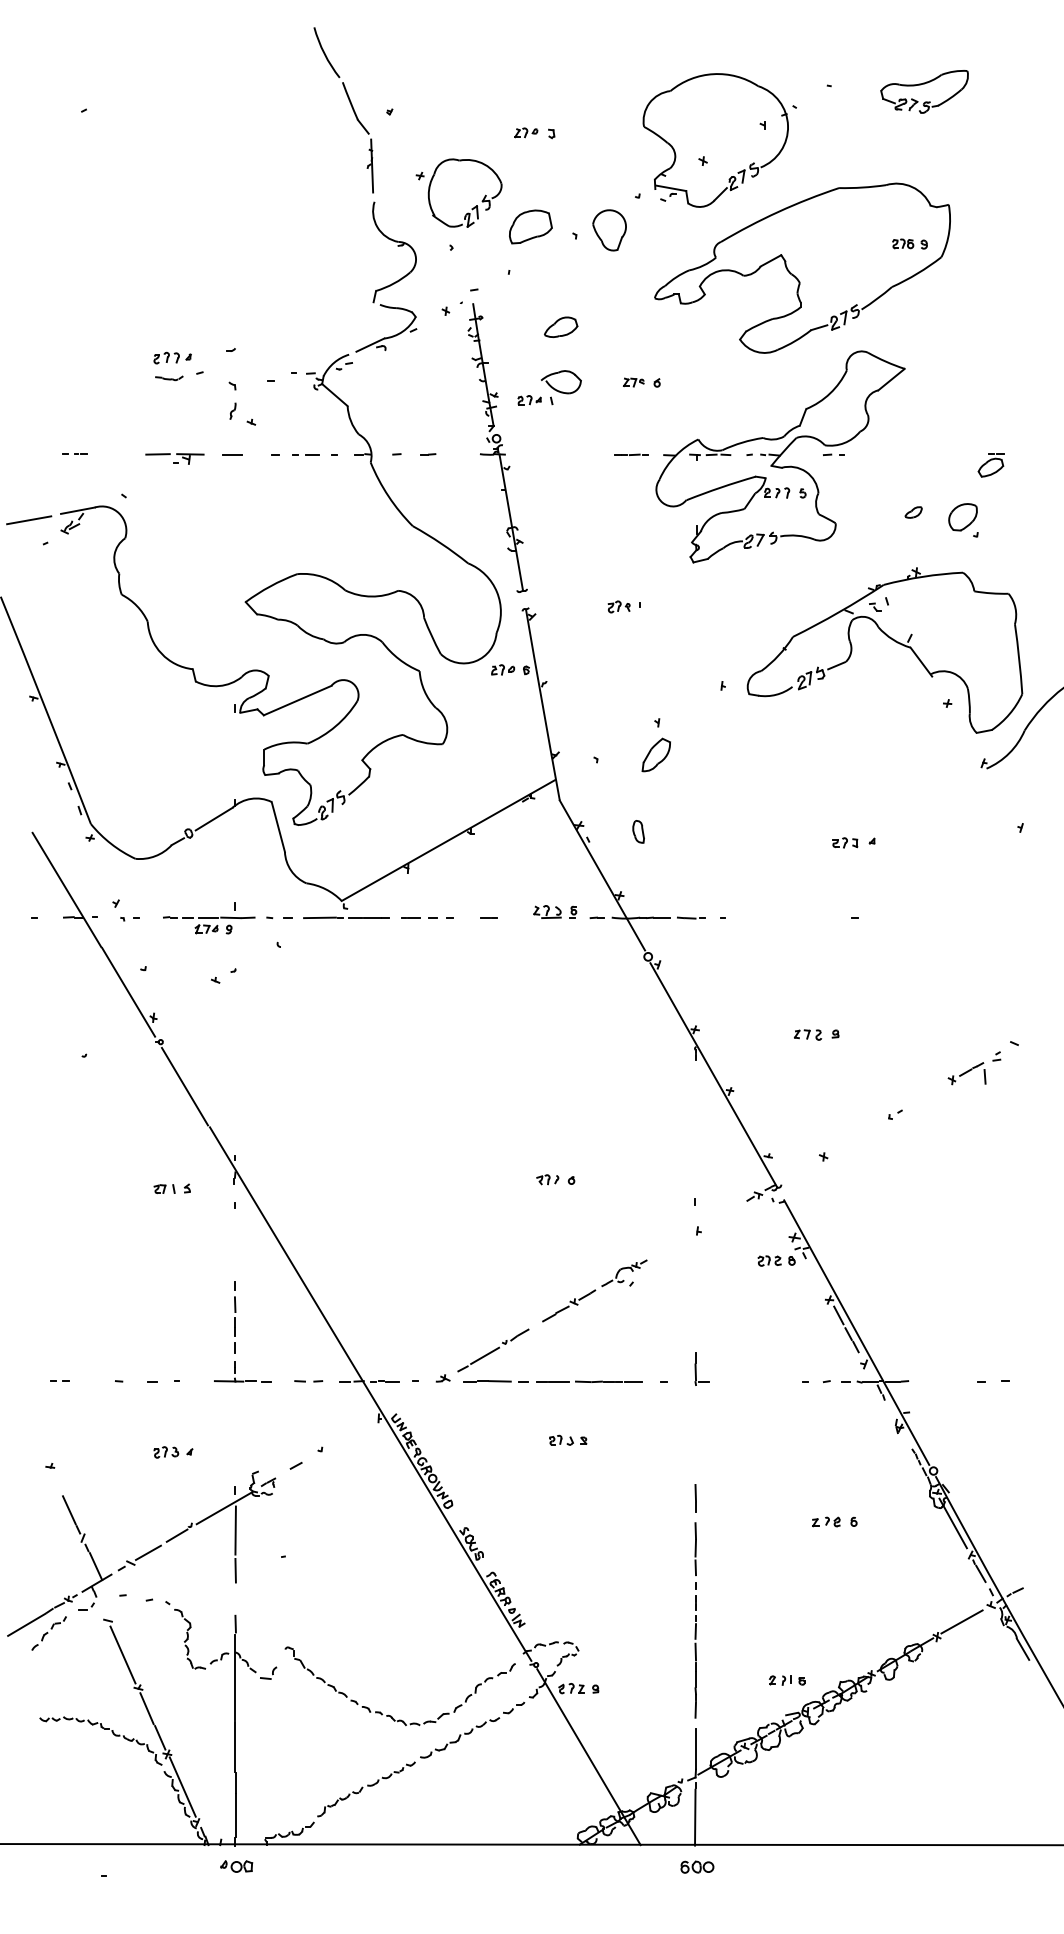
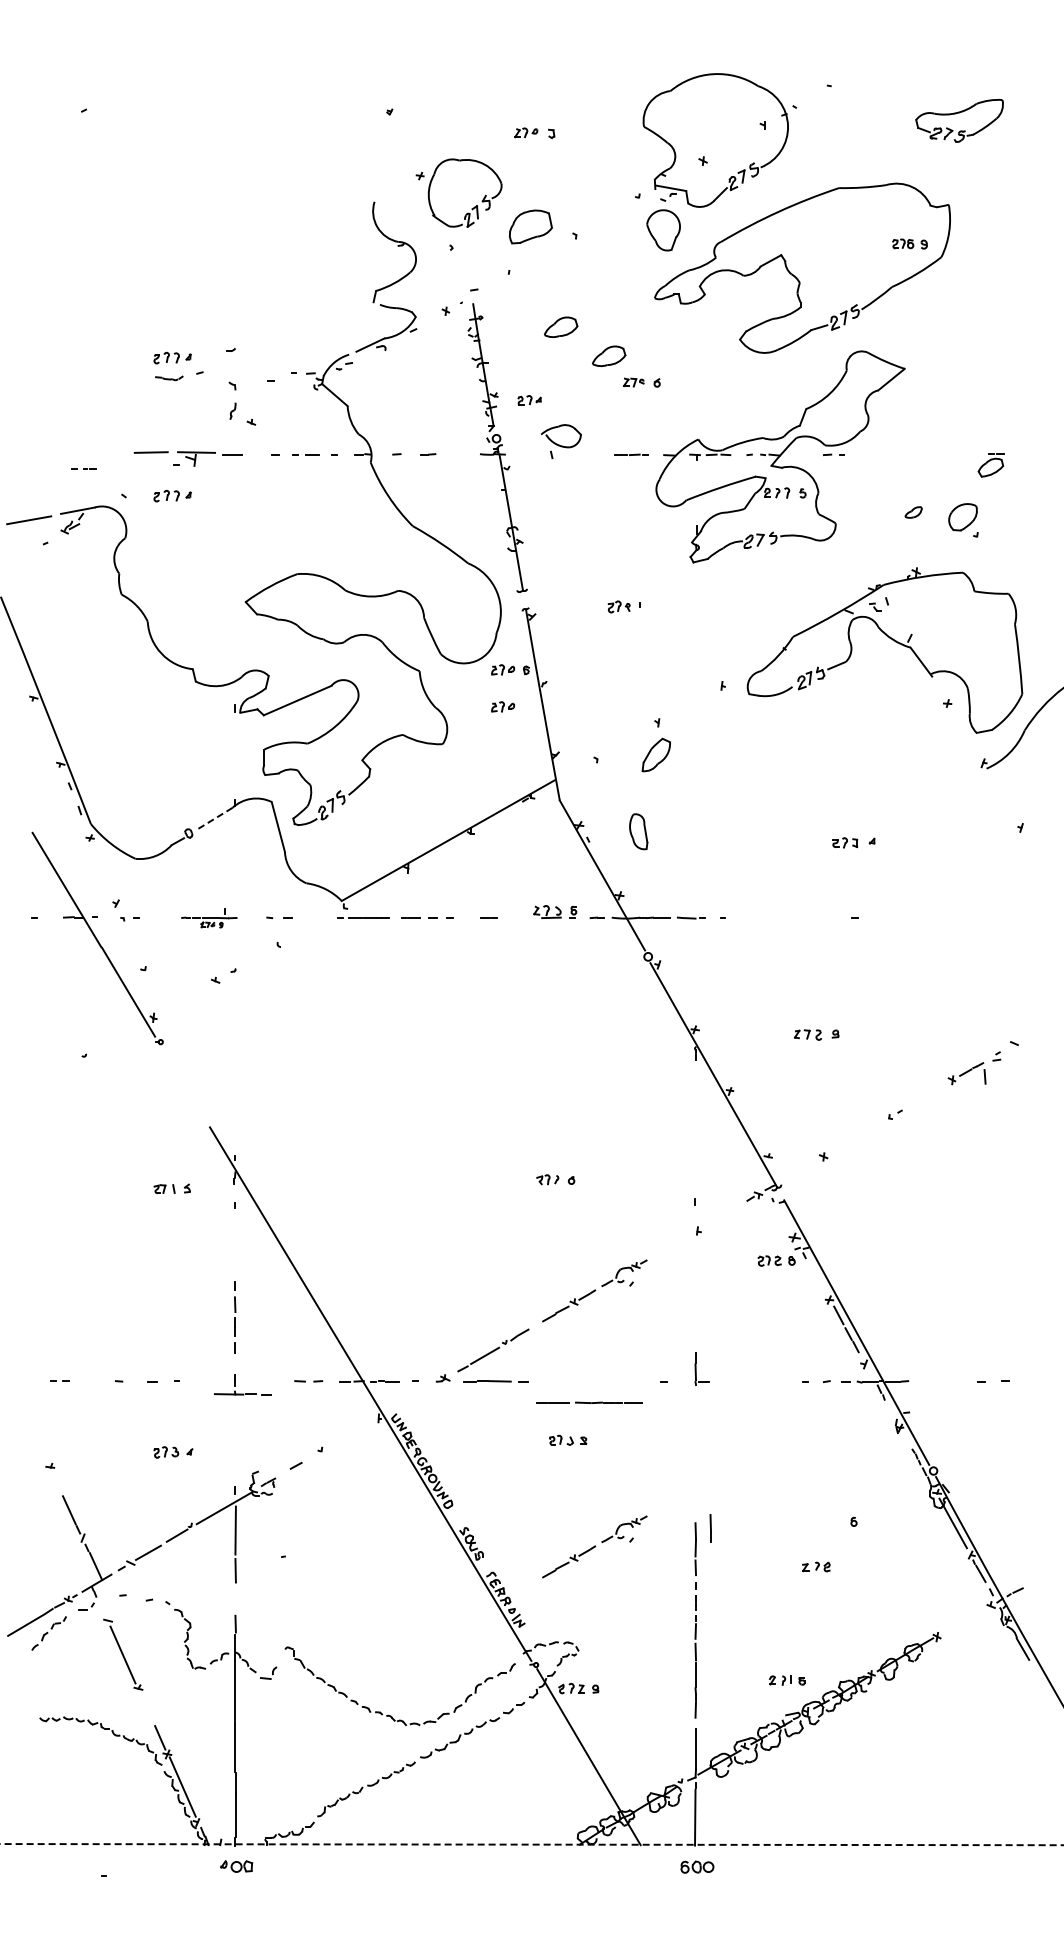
part at (921, 85) position: (921, 85) -> (956, 114)
part at (351, 107): present -> none
part at (609, 230) position: (609, 230) -> (663, 230)
part at (609, 355): none -> present
part at (561, 387) position: (561, 387) -> (561, 441)
line at (74, 453) position: (74, 453) -> (83, 468)
part at (174, 458) size: 60x12 px -> 83x16 px
part at (172, 495): none -> present
part at (503, 706): none -> present
line at (214, 819): solid -> dashed
part at (638, 831) size: 13x24 px -> 20x38 px
line at (319, 917): present -> none
part at (209, 918) size: 93x33 px -> 57x21 px
line at (184, 1086): present -> none
part at (235, 1371) position: (235, 1371) -> (235, 1384)
line at (589, 1381) position: (589, 1381) -> (589, 1402)
line at (695, 1498) position: (695, 1498) -> (710, 1528)
part at (826, 1521) position: (826, 1521) -> (816, 1566)
part at (594, 1546): none -> present
line at (961, 1621): present -> none
line at (146, 1708): present -> none
line at (532, 1844): solid -> dashed
